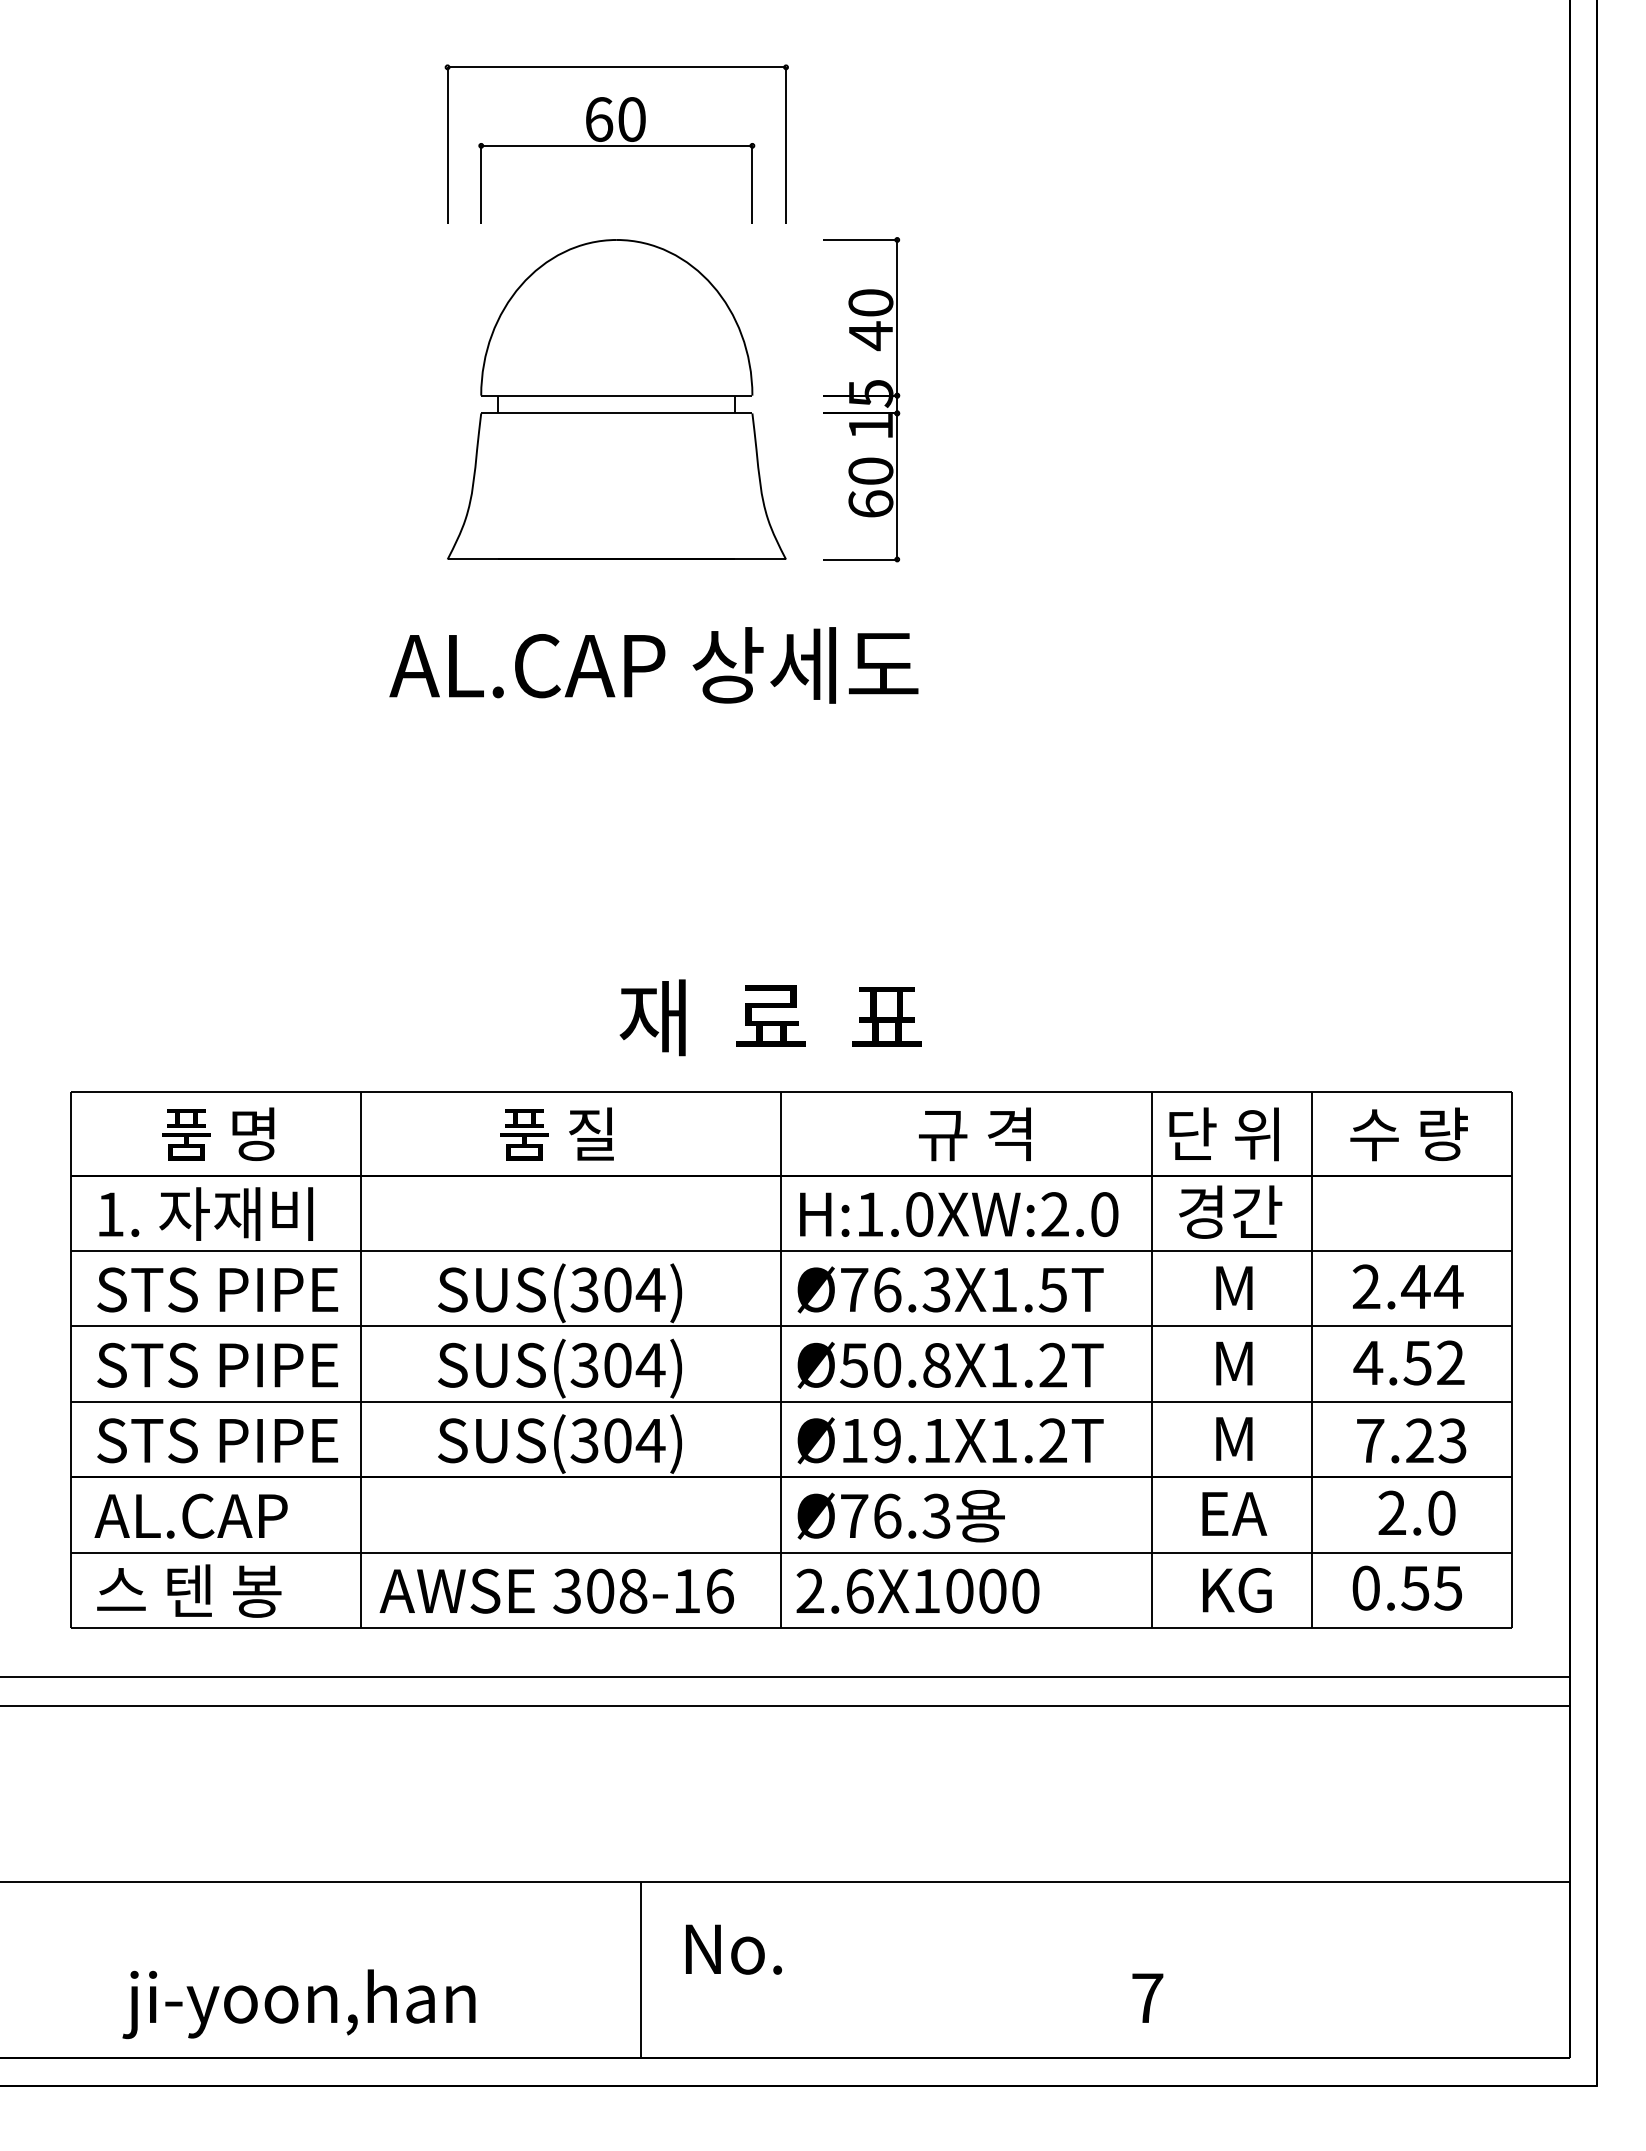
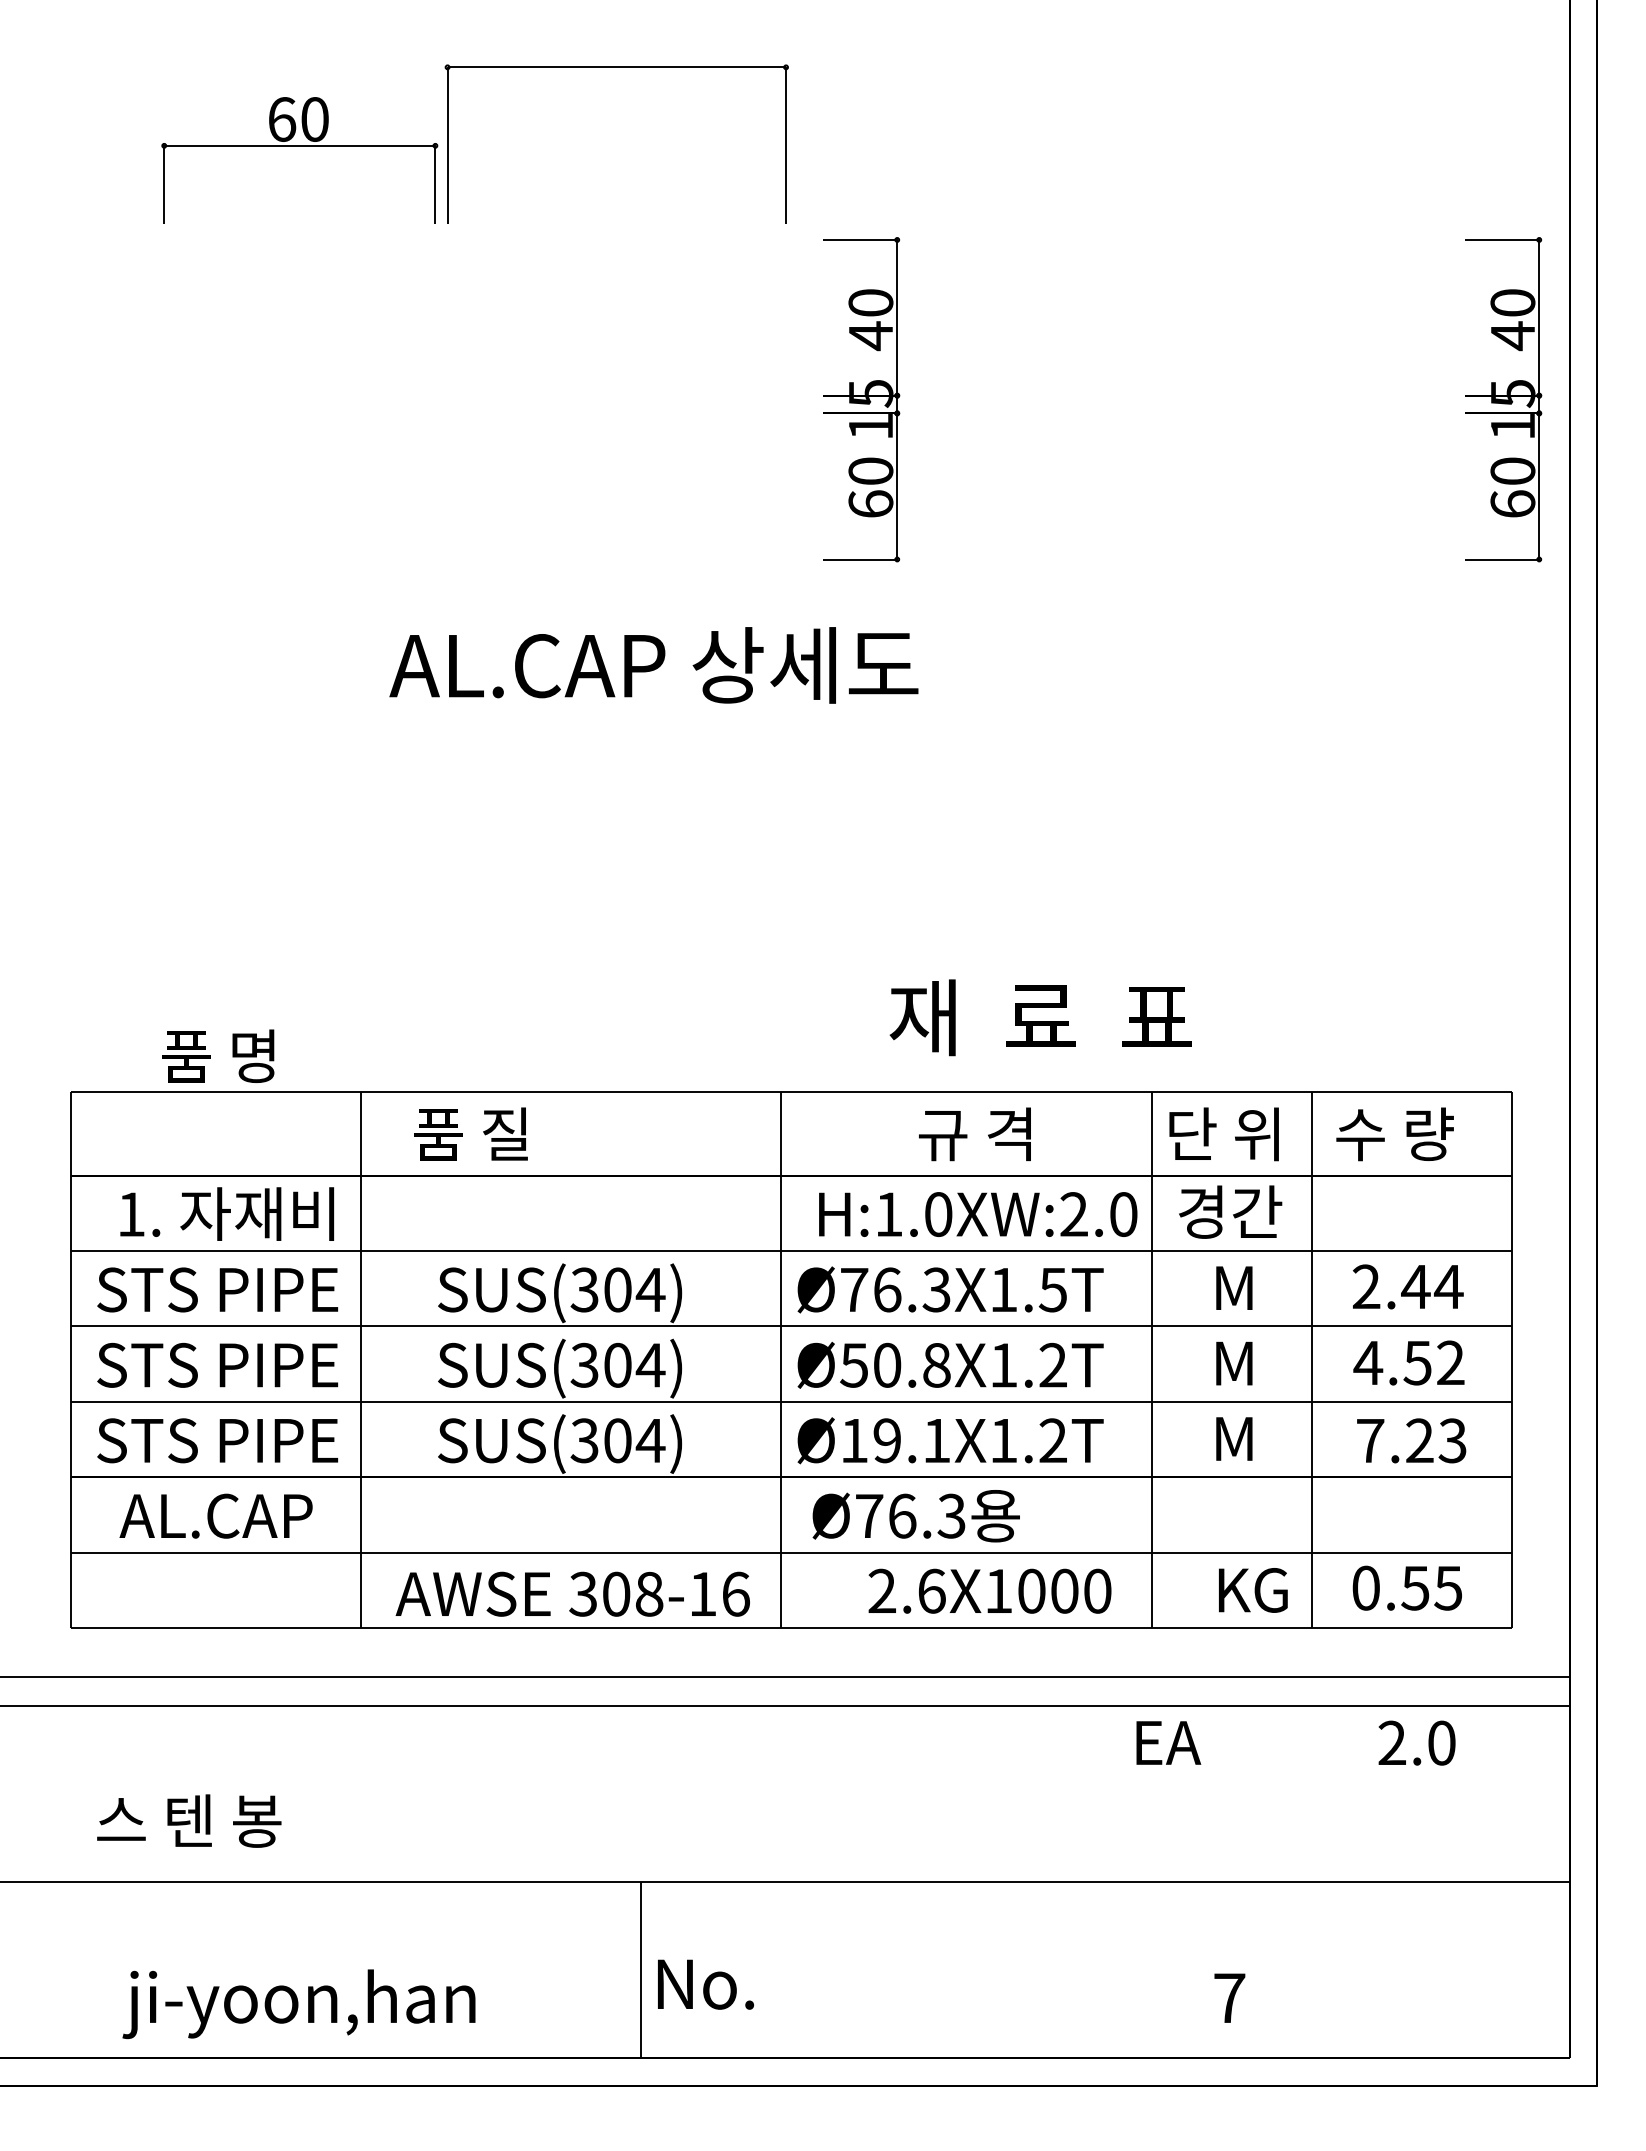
part at (616, 146) position: (616, 146) -> (299, 146)
part at (616, 399): present -> none
part at (1503, 399): none -> present
text at (770, 1017) position: (770, 1017) -> (1040, 1017)
text at (218, 1133) position: (218, 1133) -> (218, 1055)
text at (556, 1133) position: (556, 1133) -> (470, 1133)
text at (1408, 1134) position: (1408, 1134) -> (1394, 1134)
text at (206, 1213) position: (206, 1213) -> (227, 1213)
text at (959, 1214) position: (959, 1214) -> (978, 1214)
text at (1416, 1512) position: (1416, 1512) -> (1416, 1742)
text at (1234, 1513) position: (1234, 1513) -> (1168, 1742)
text at (190, 1515) position: (190, 1515) -> (215, 1515)
text at (900, 1516) position: (900, 1516) -> (915, 1516)
text at (189, 1590) position: (189, 1590) -> (189, 1820)
text at (556, 1590) position: (556, 1590) -> (572, 1593)
text at (917, 1590) position: (917, 1590) -> (989, 1590)
text at (1237, 1590) position: (1237, 1590) -> (1253, 1590)
text at (733, 1949) position: (733, 1949) -> (705, 1984)
text at (1147, 1997) position: (1147, 1997) -> (1229, 1997)
